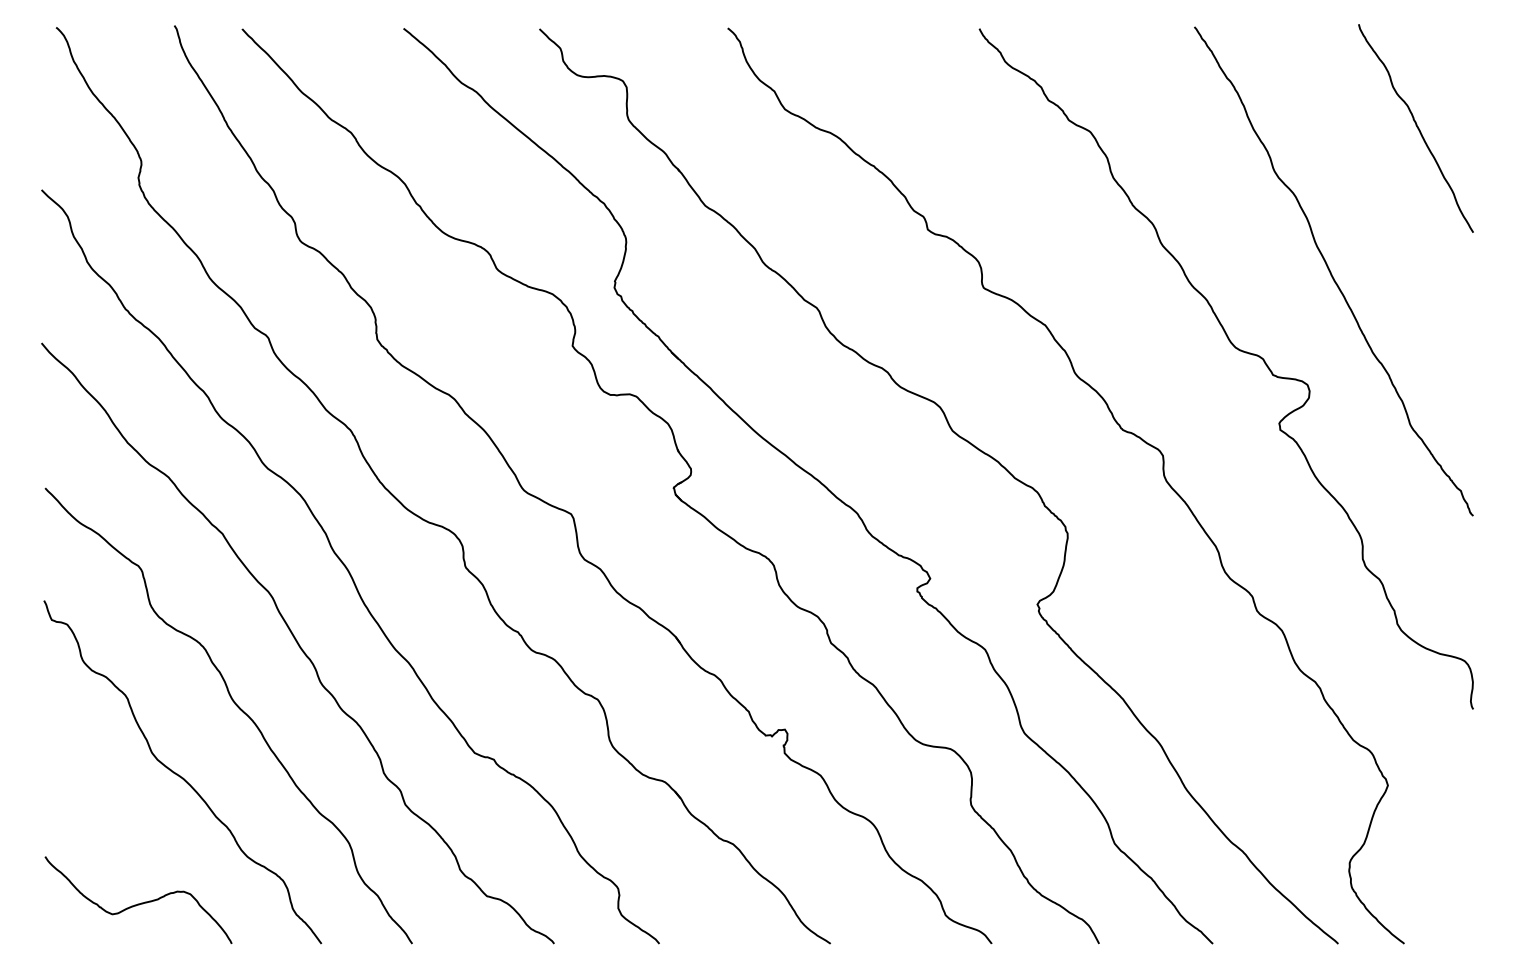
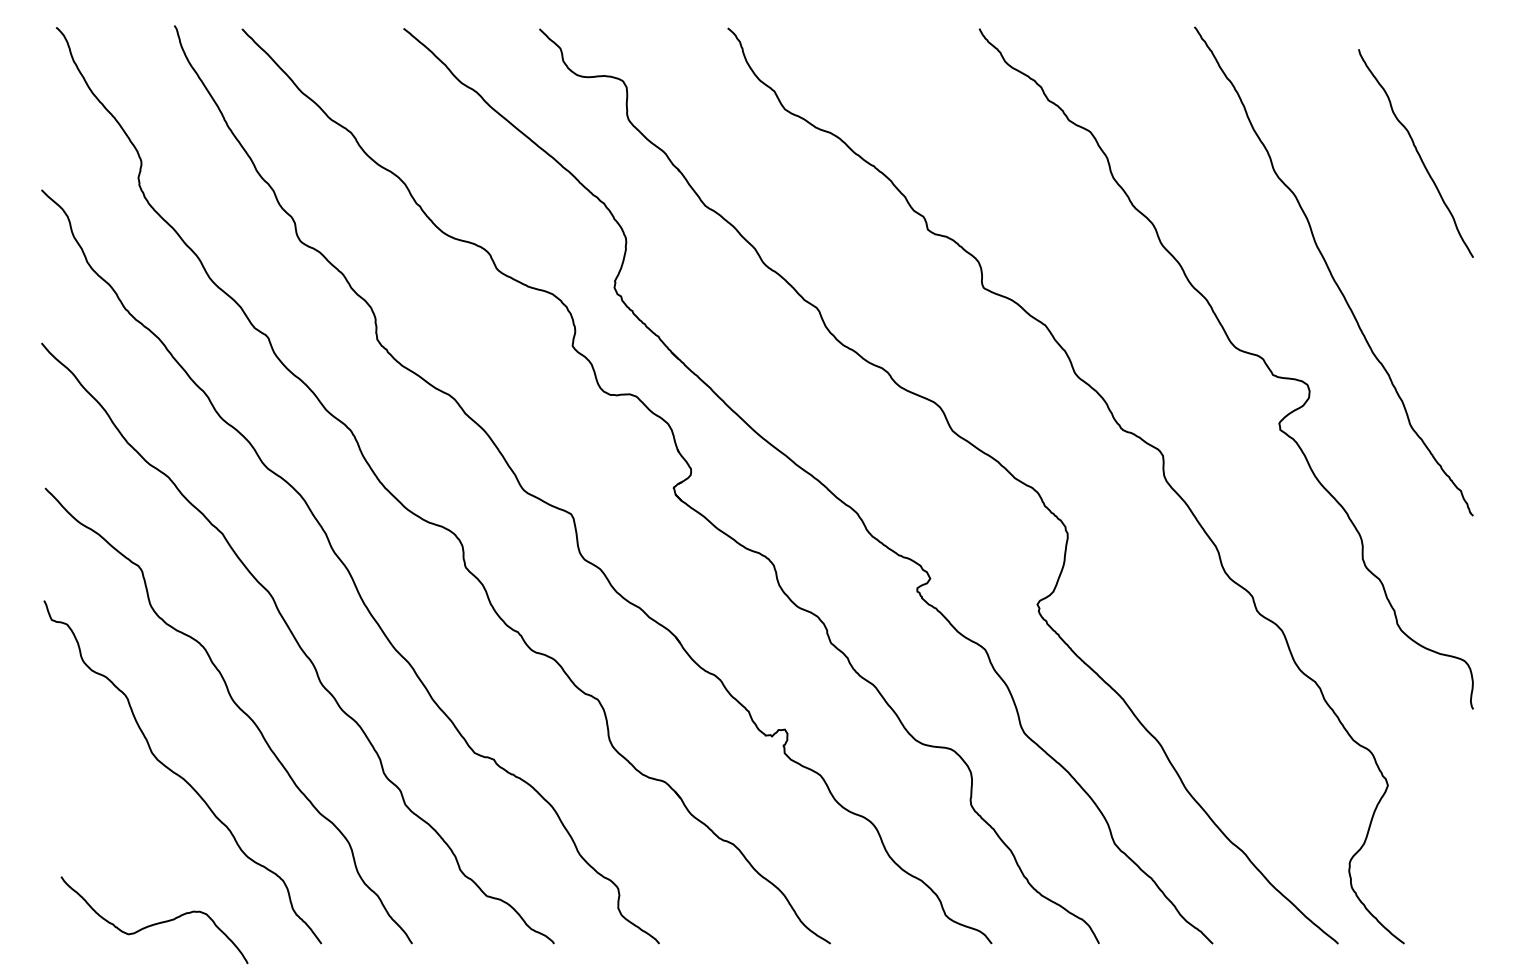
curve at (1416, 127) position: (1416, 127) -> (1416, 152)
curve at (138, 903) position: (138, 903) -> (154, 923)
